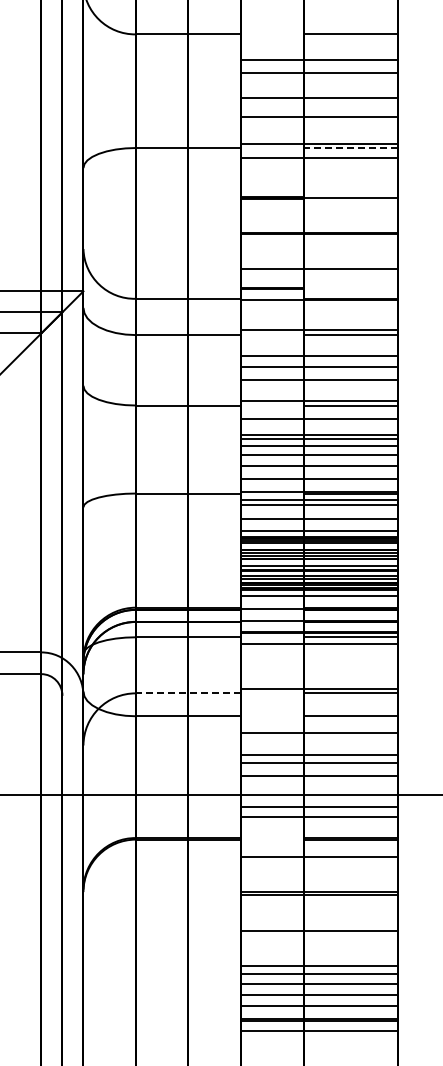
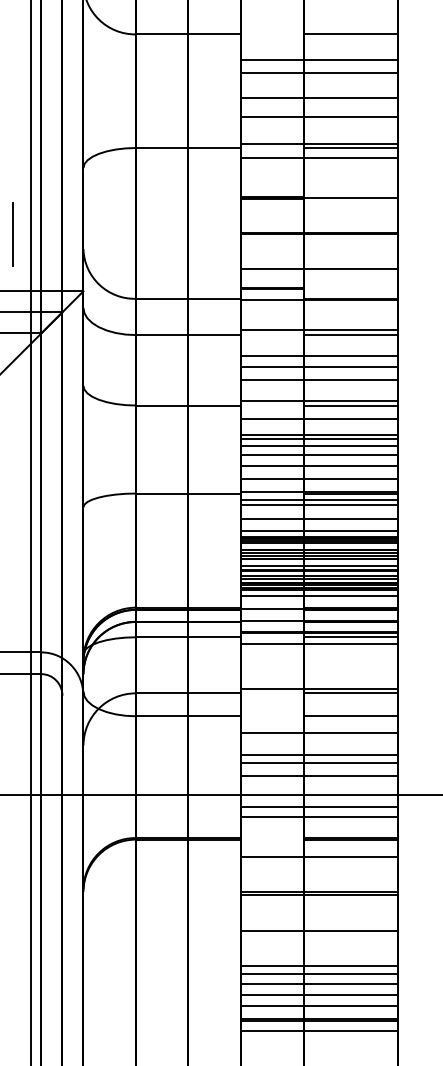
line at (350, 148): dashed -> solid
line at (12, 234): none -> present
line at (30, 532): none -> present
line at (187, 693): dashed -> solid
